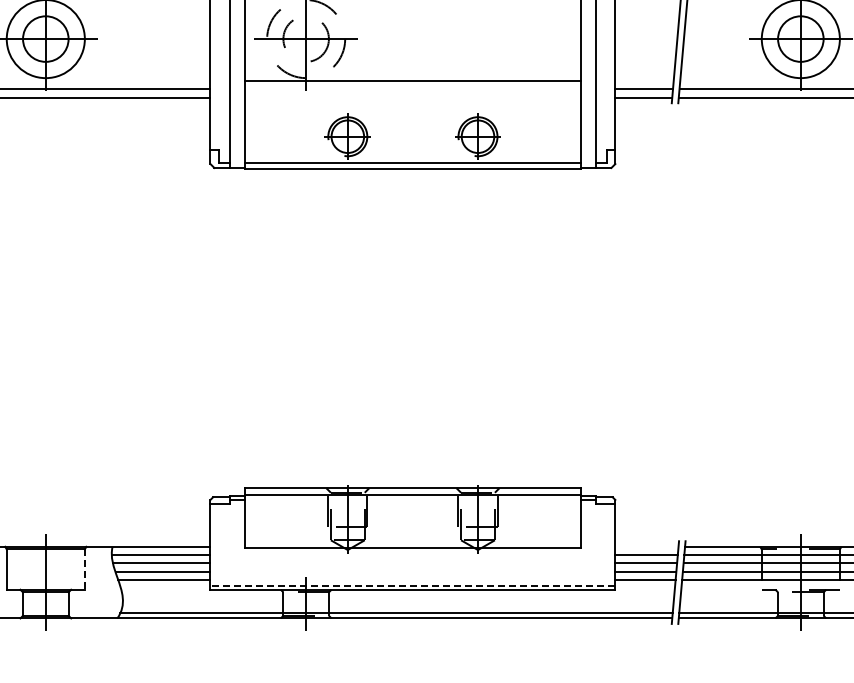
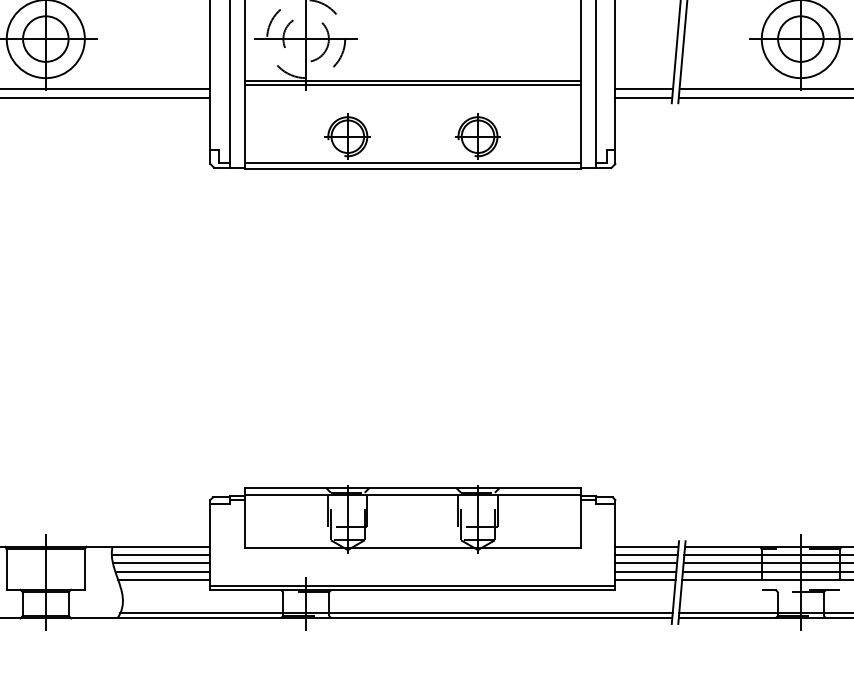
line at (412, 84): none -> present
line at (646, 546): none -> present
line at (84, 570): dashed -> solid
line at (412, 585): dashed -> solid
